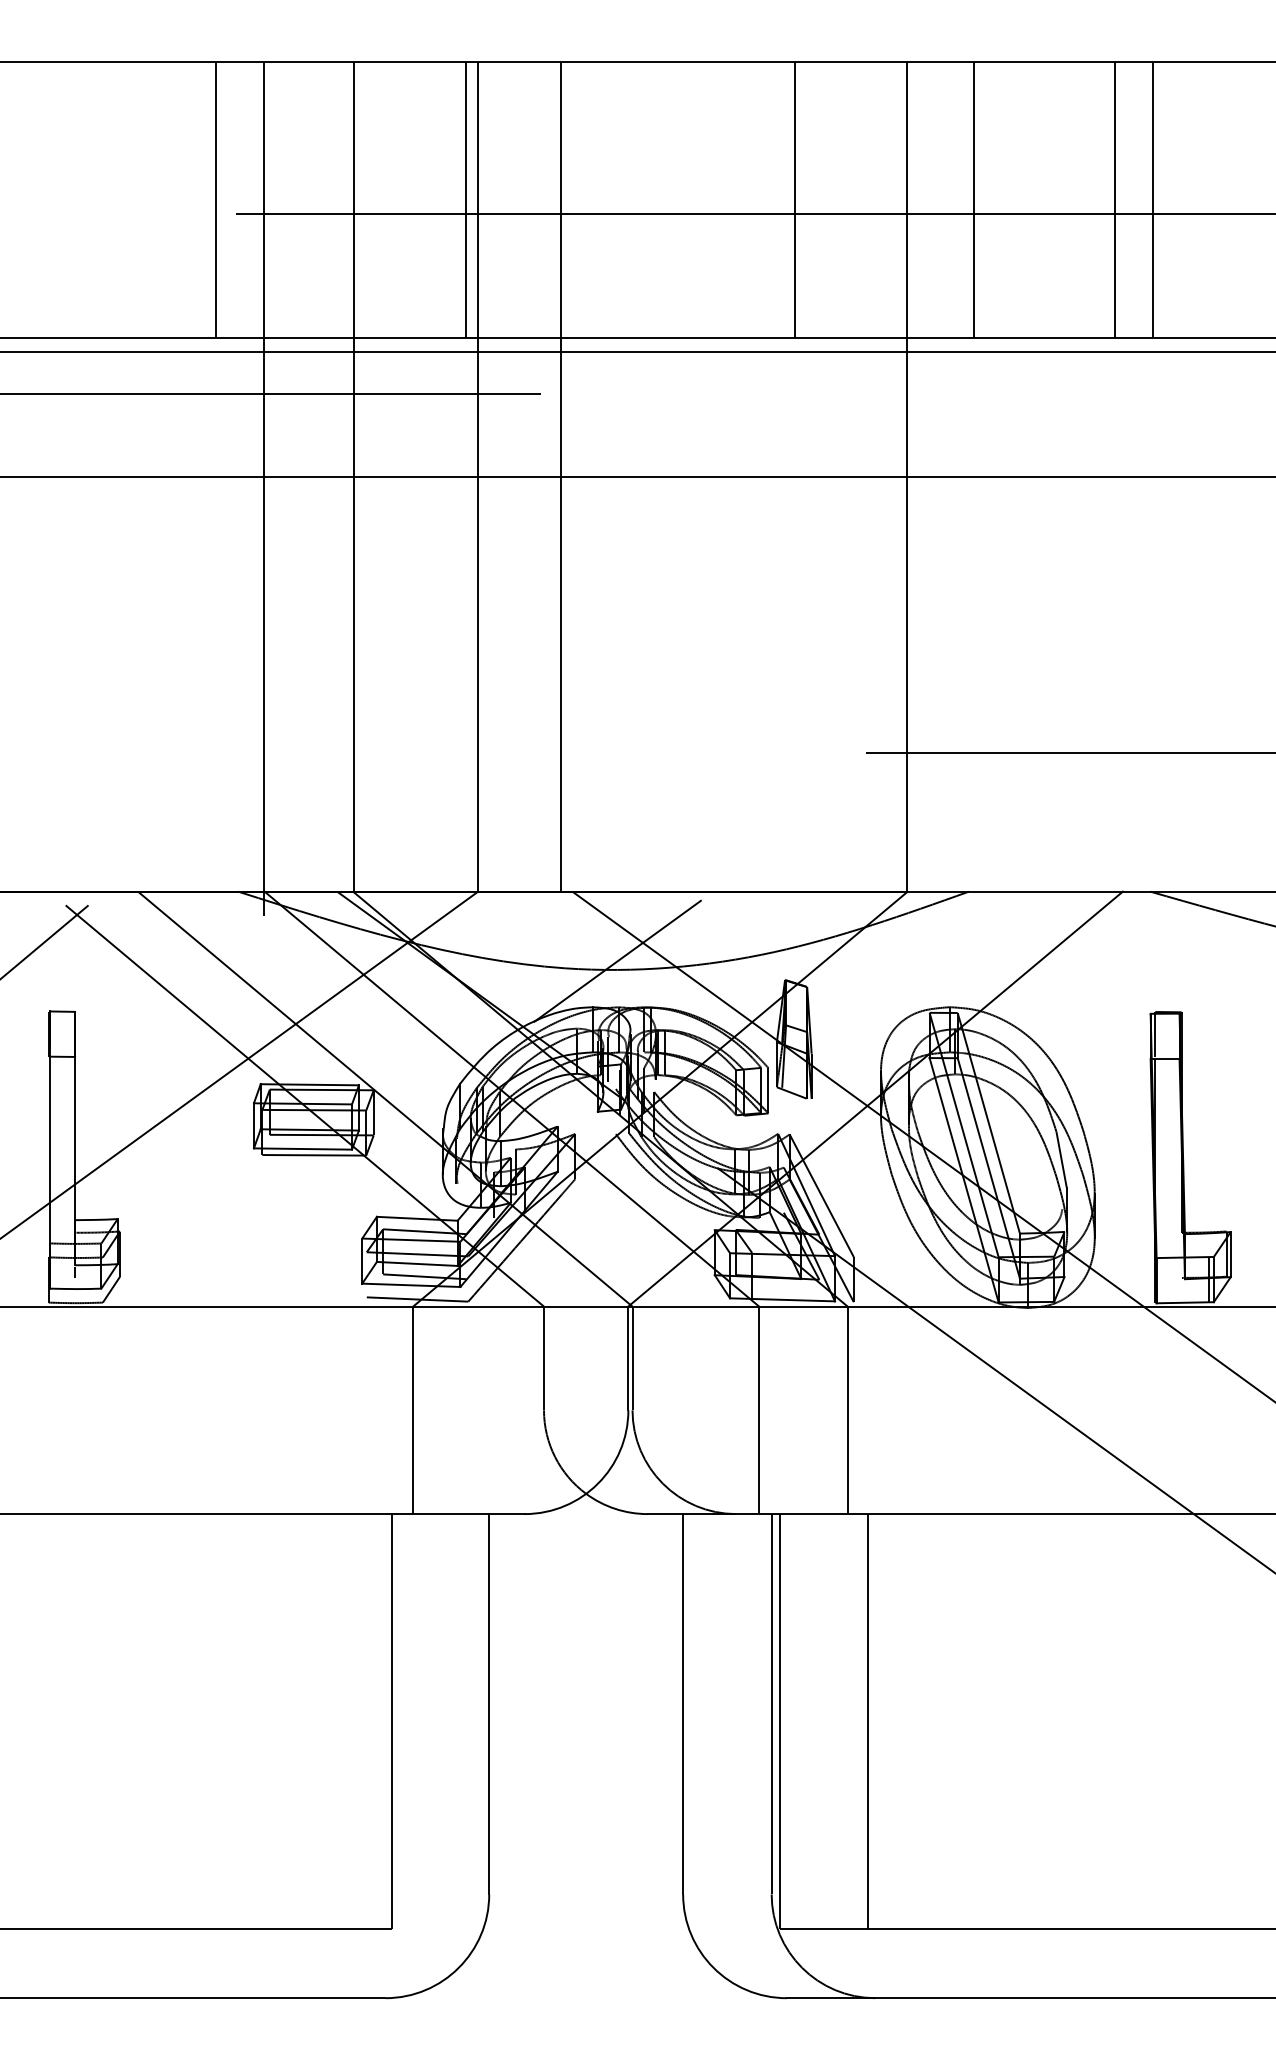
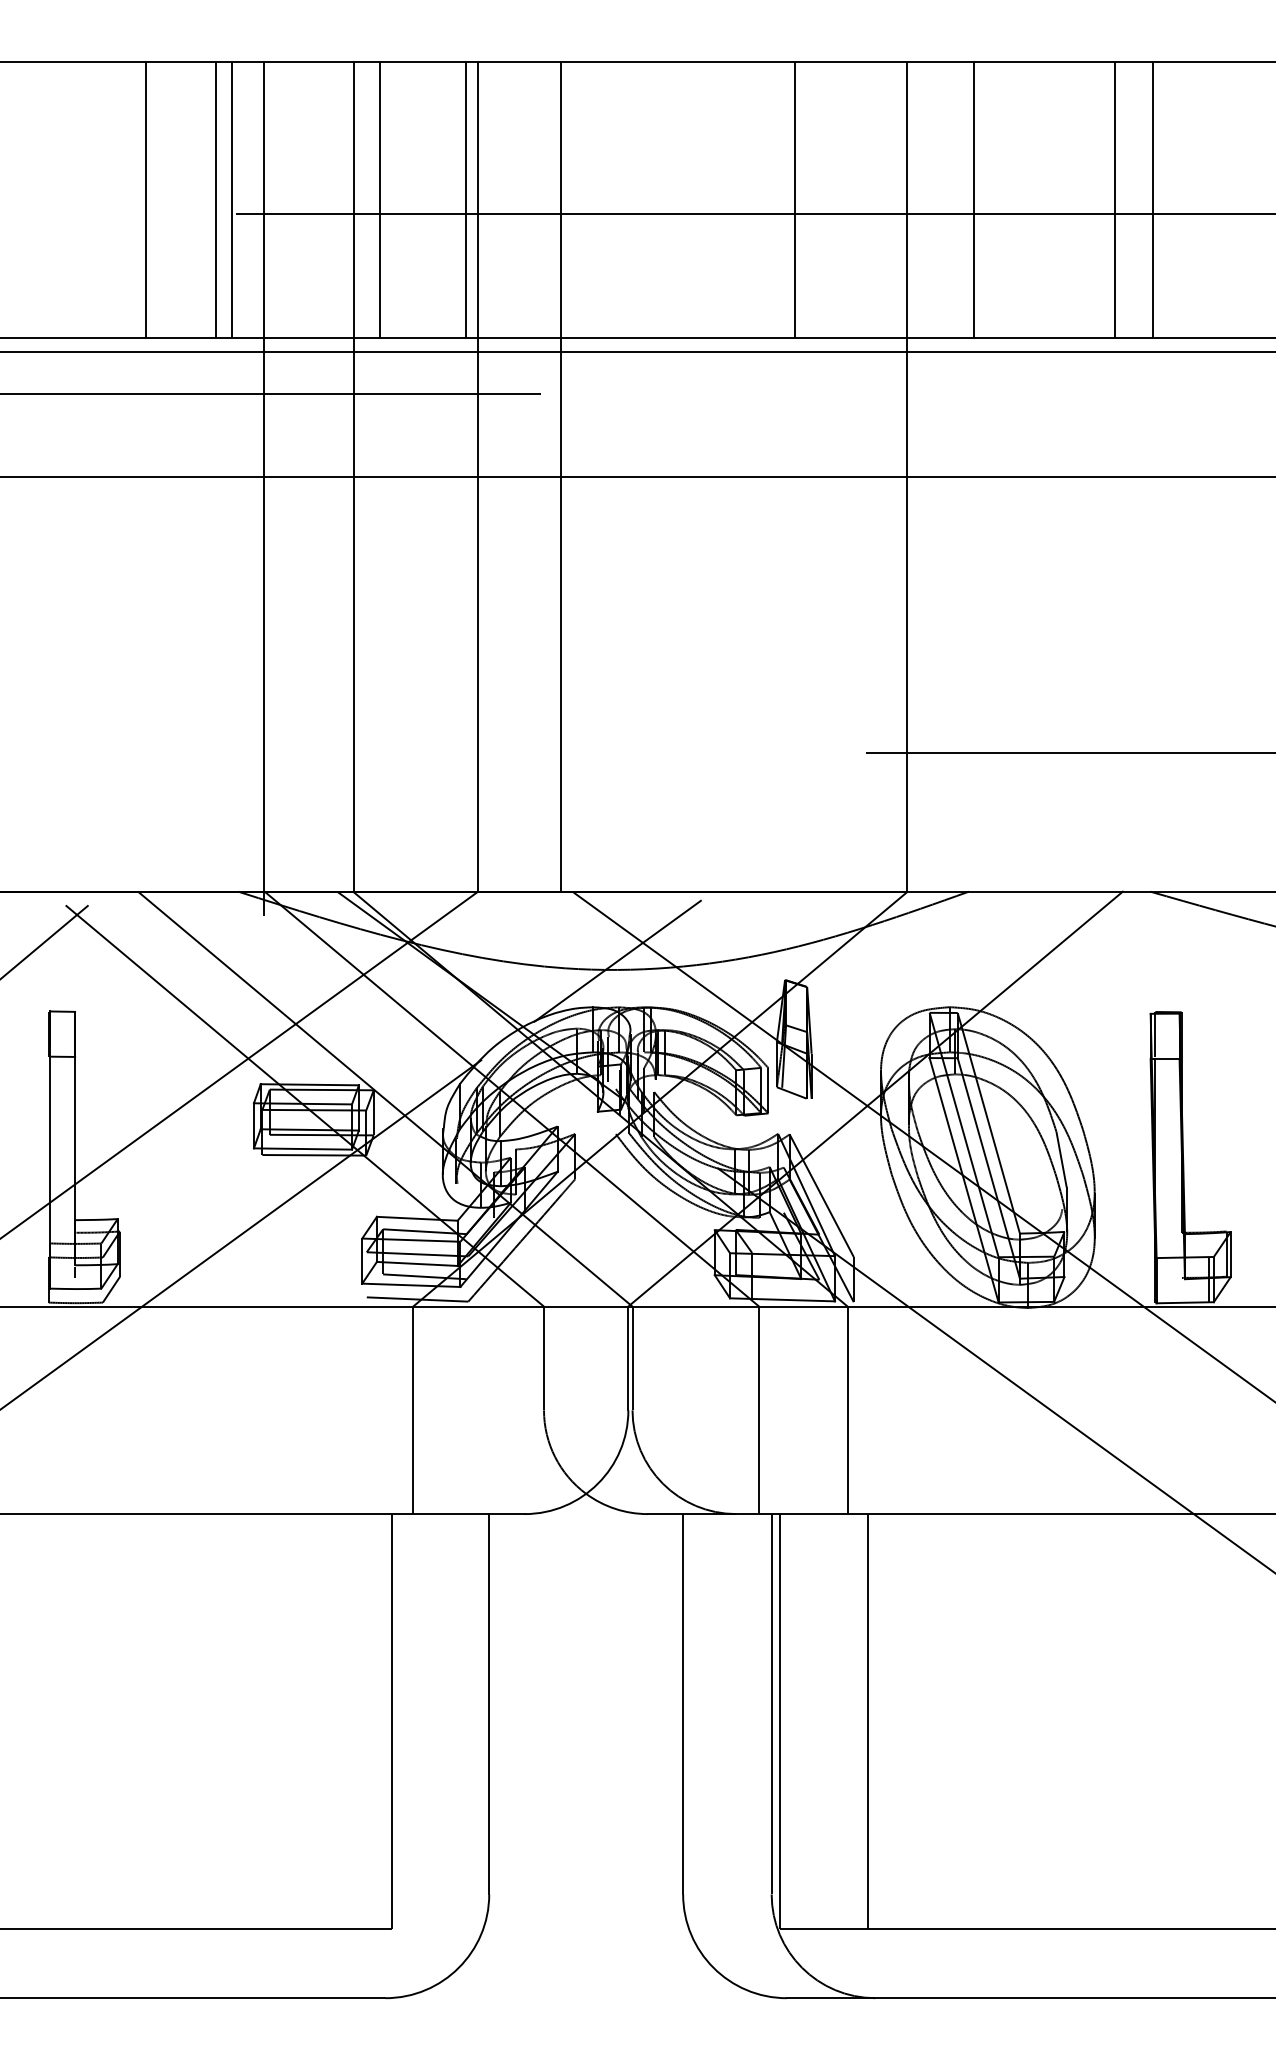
line at (146, 199): none -> present
line at (231, 199): none -> present
line at (379, 199): none -> present
line at (242, 1233): none -> present
